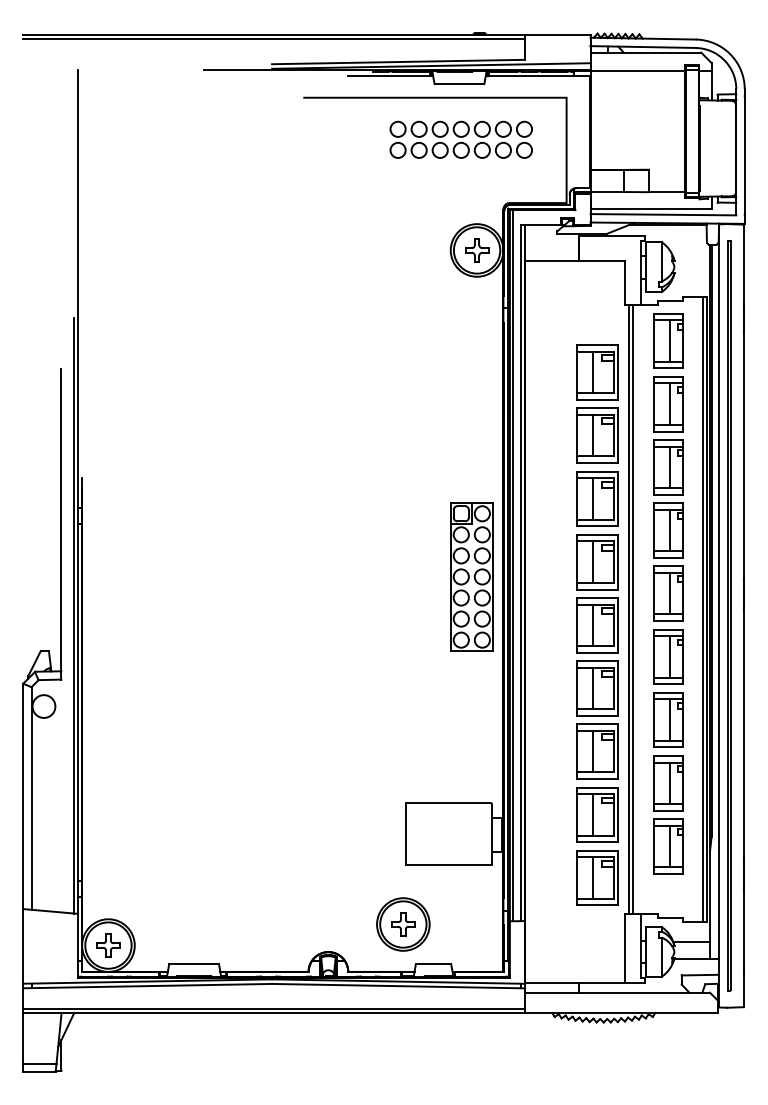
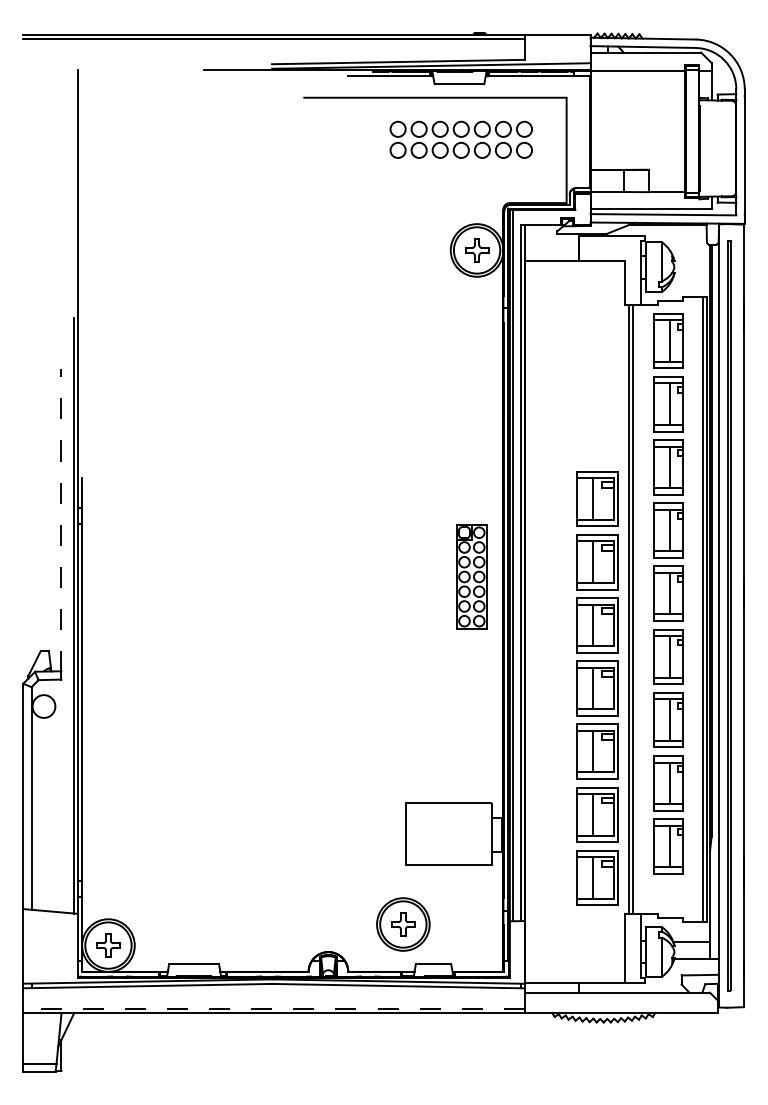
part at (597, 403): present -> none
line at (61, 520): solid -> dashed
part at (471, 576) size: 44x150 px -> 32x106 px
line at (274, 1008): solid -> dashed
